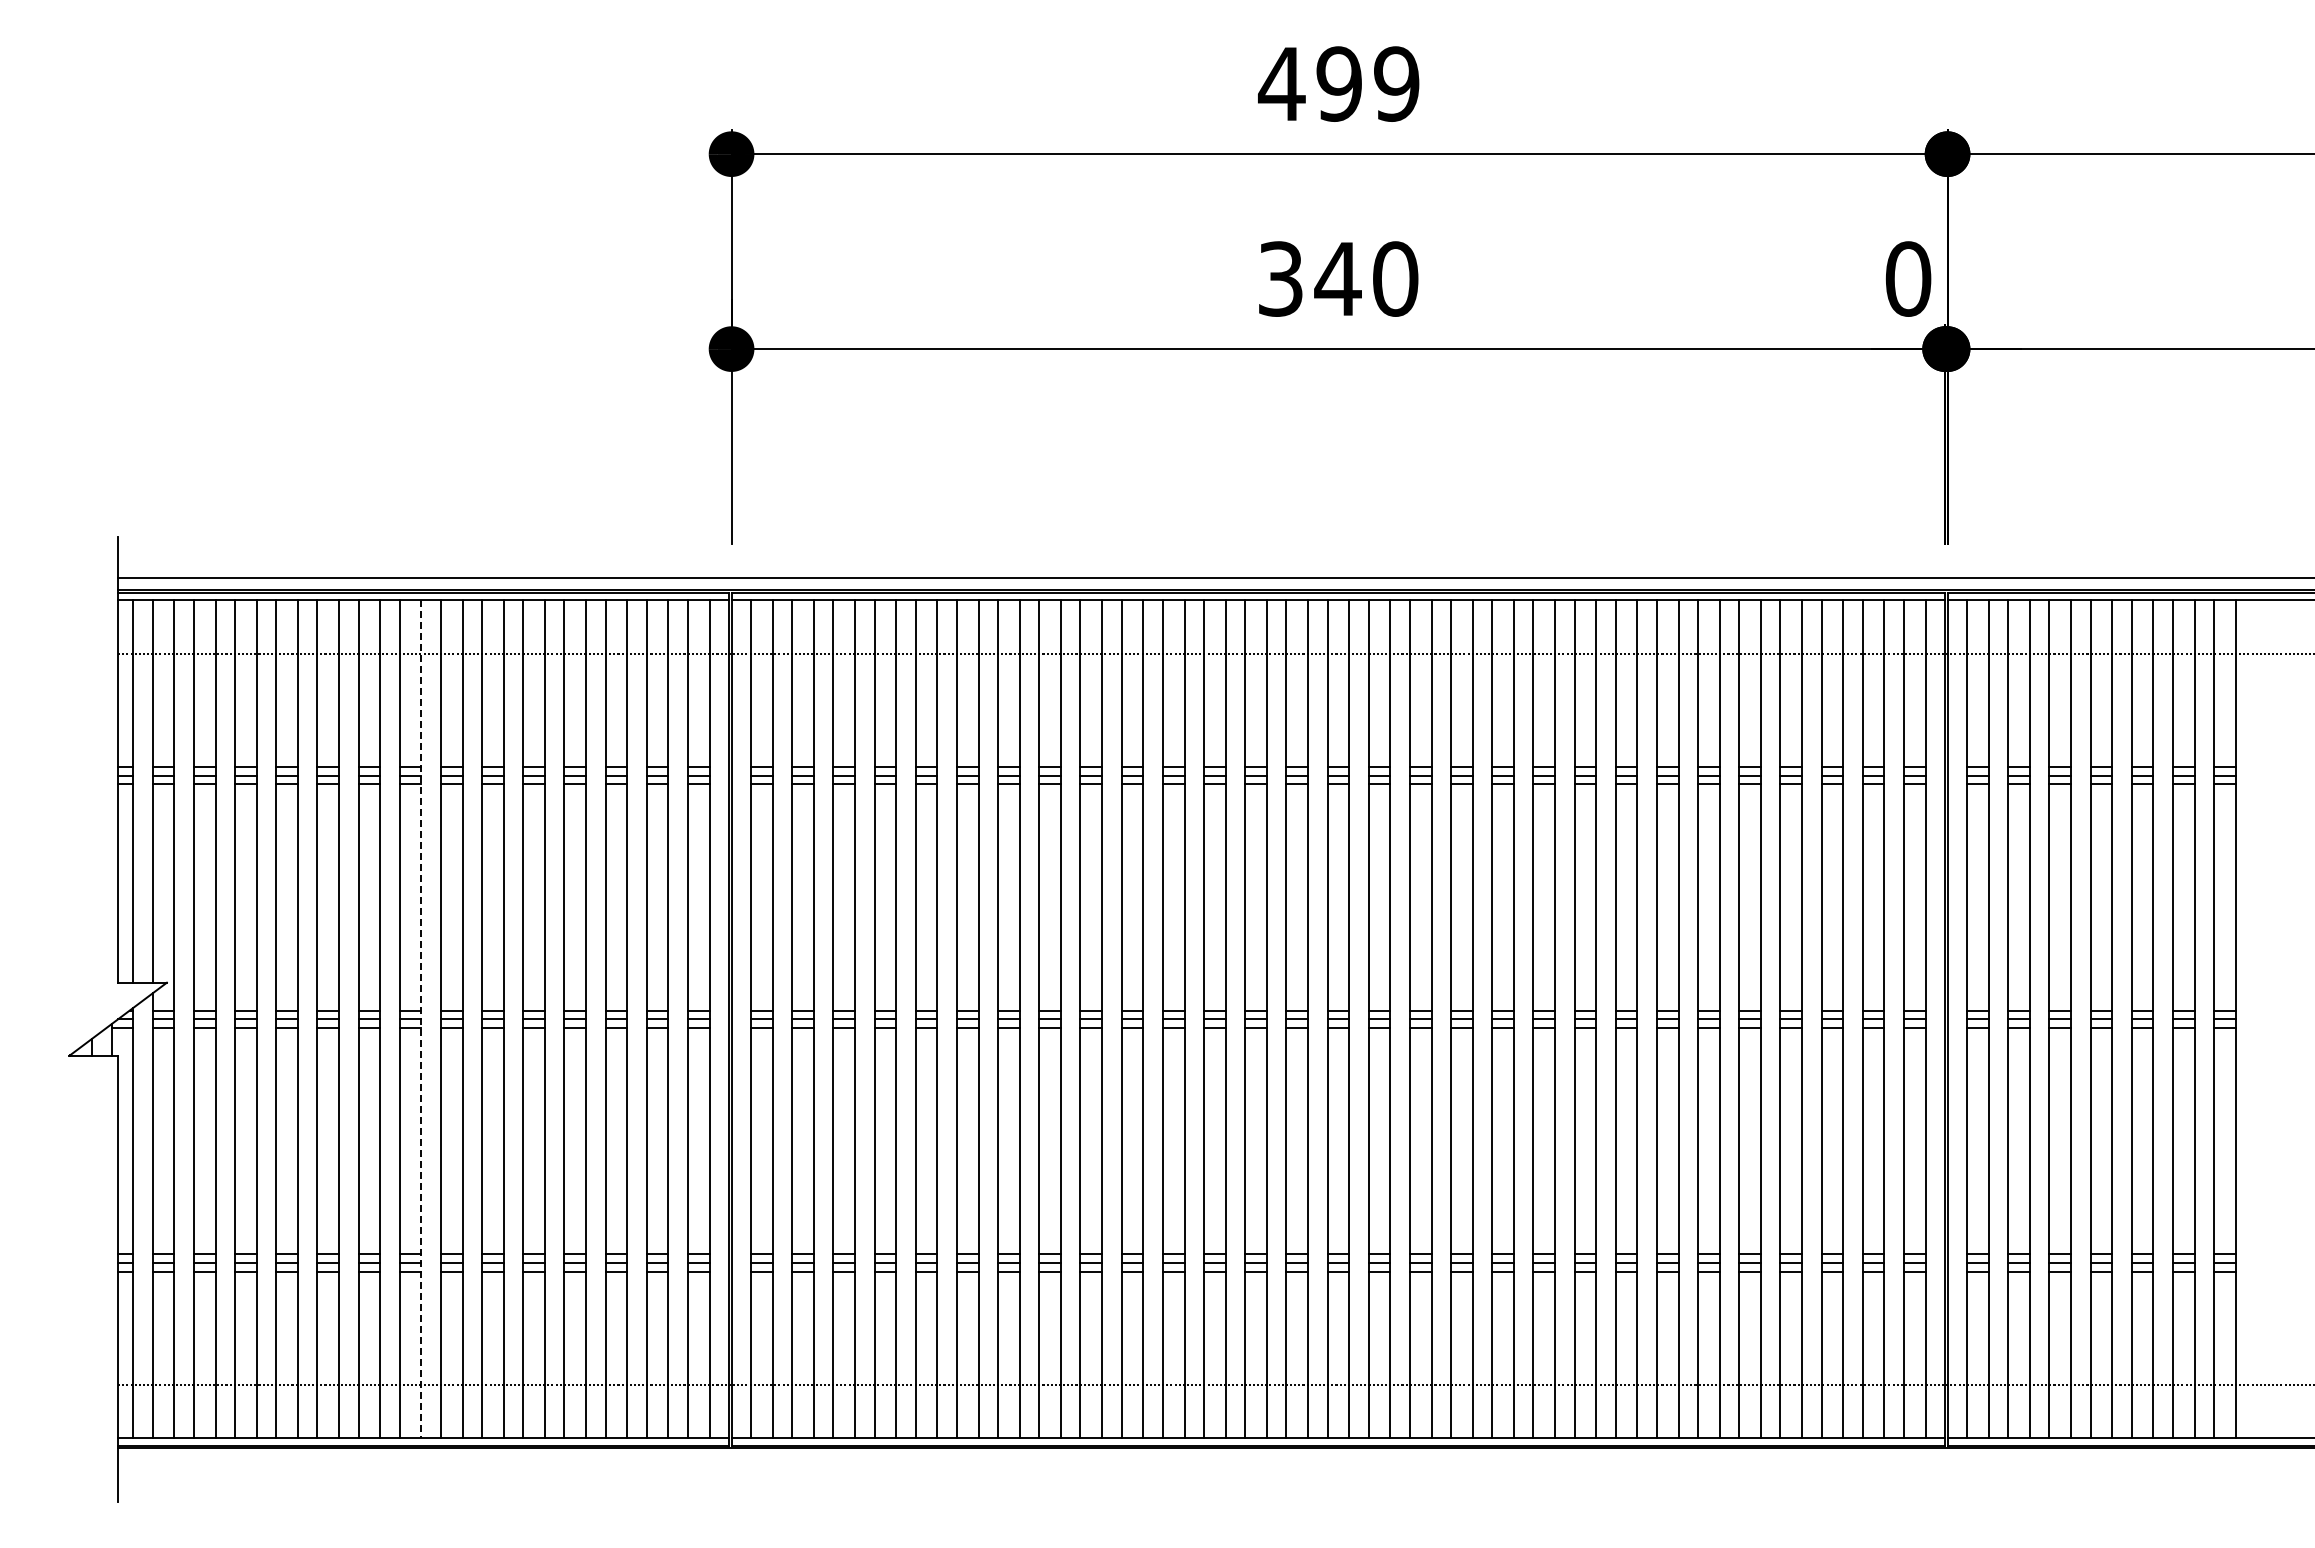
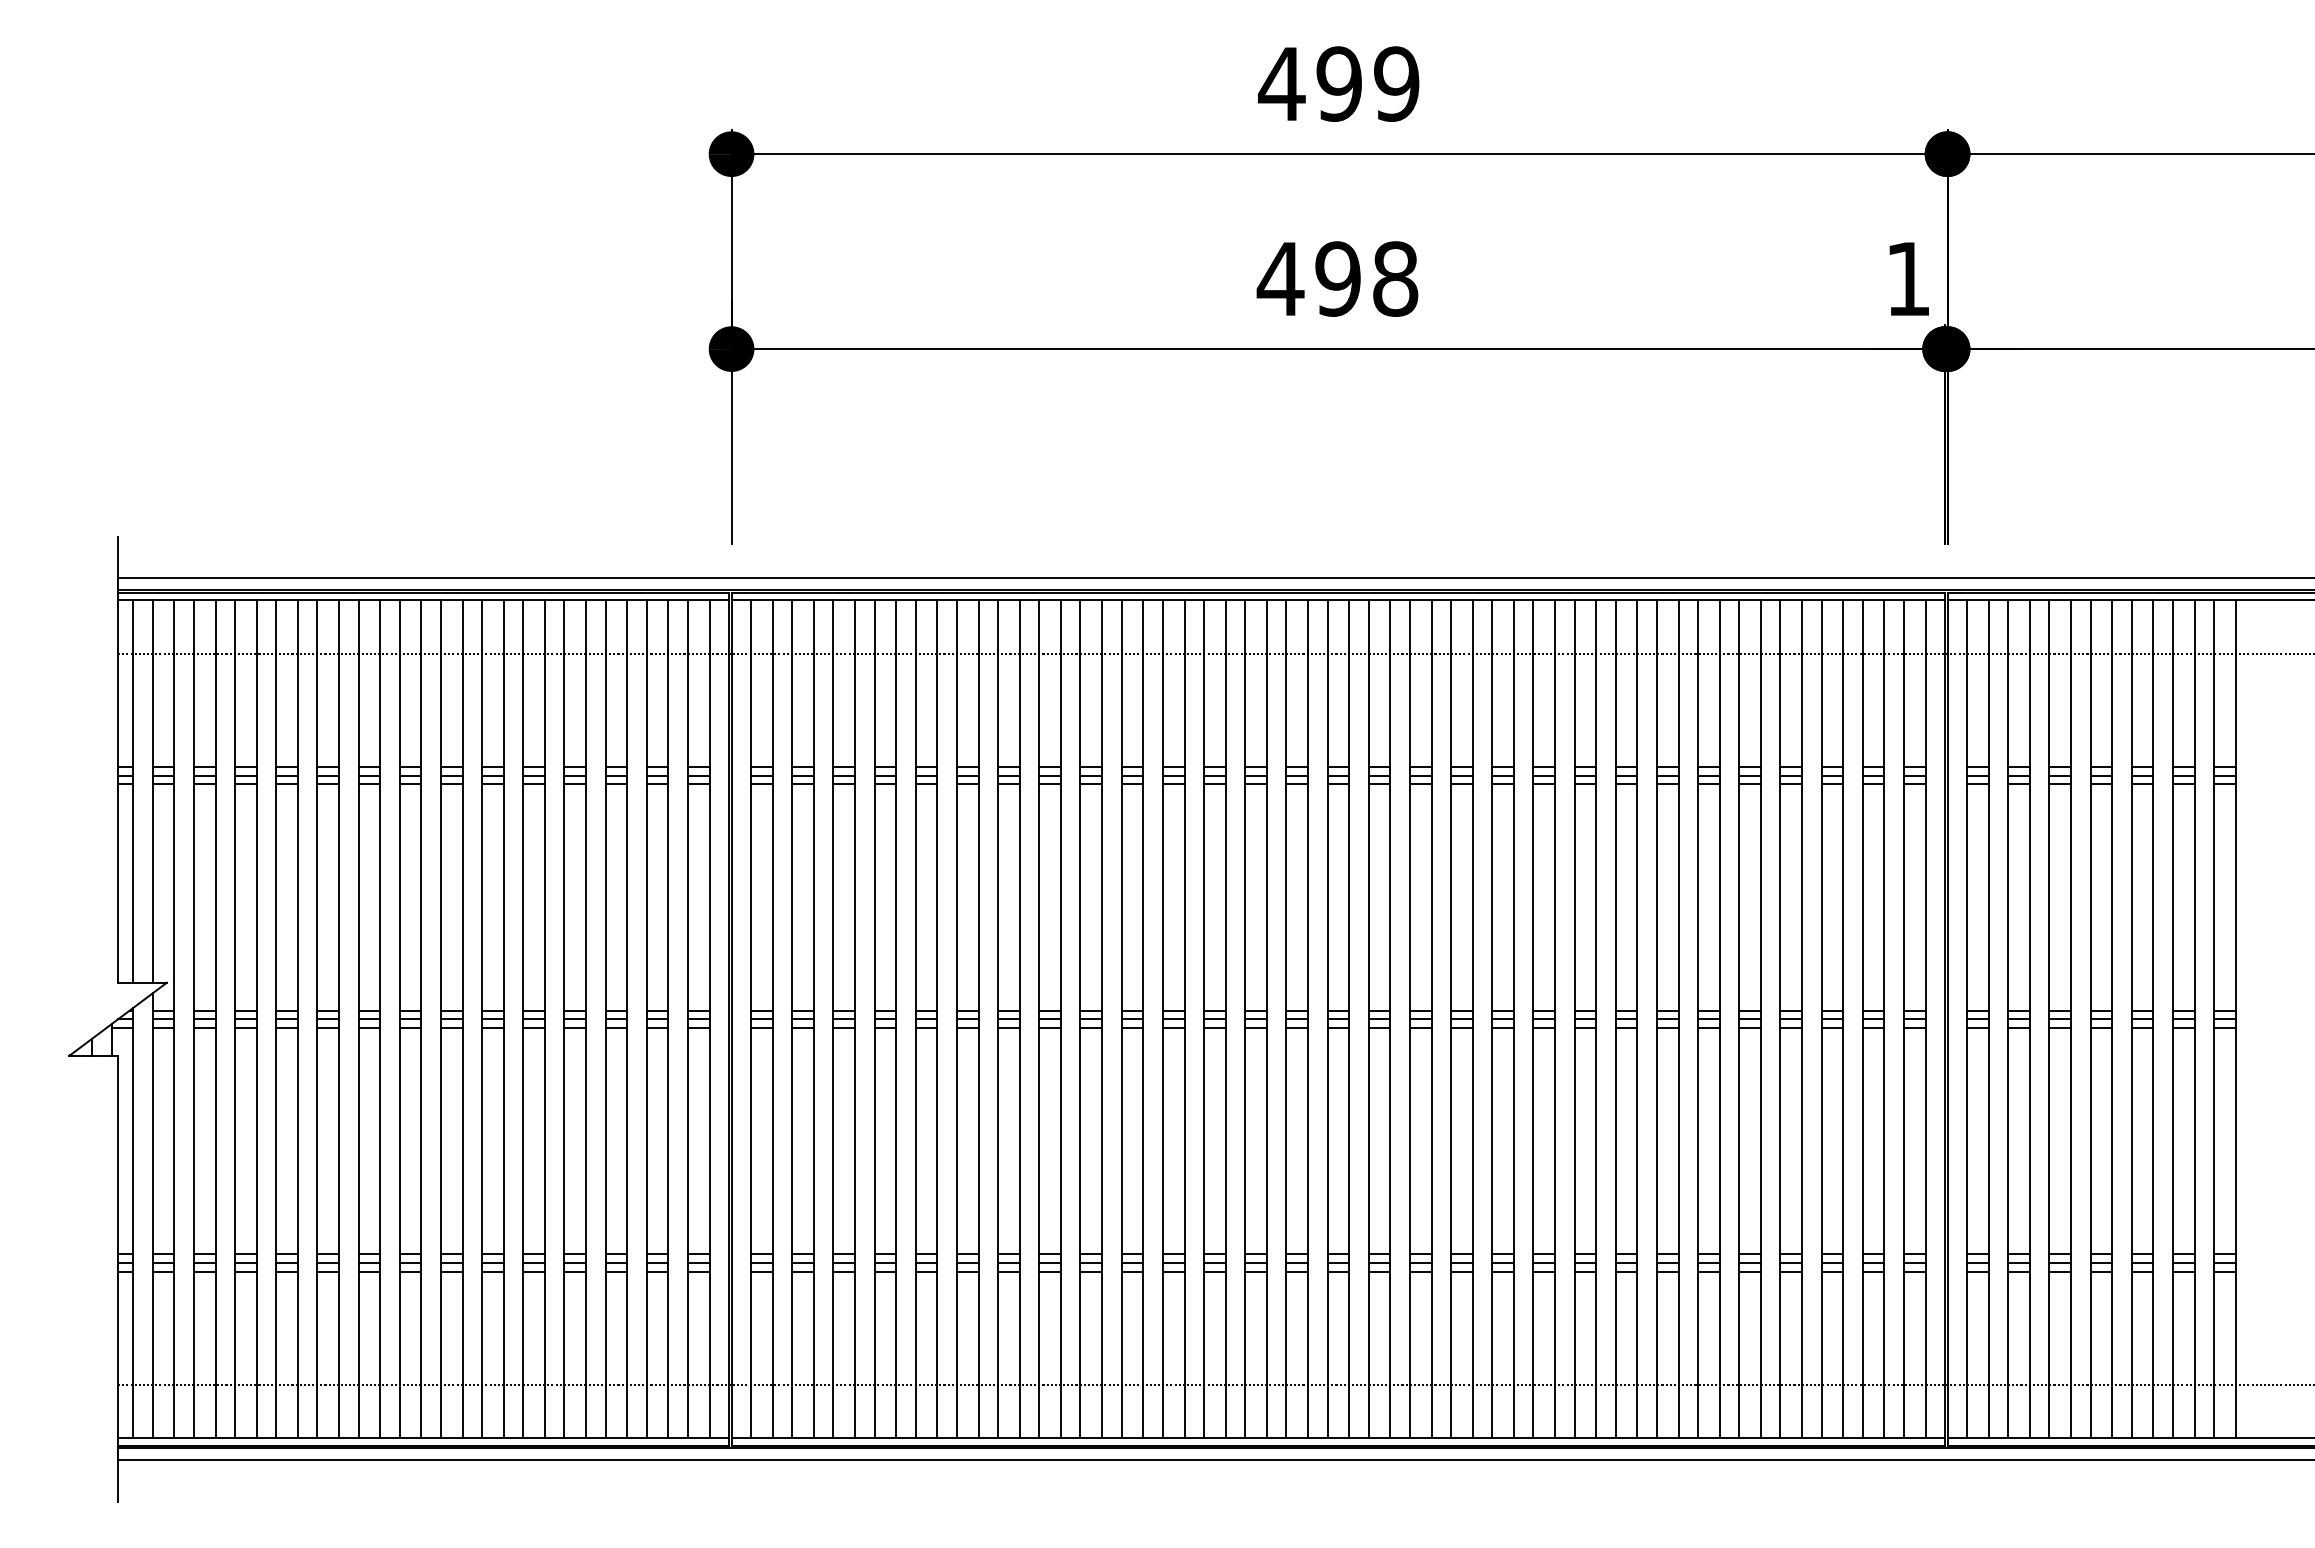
text at (1337, 278): 340 -> 498
text at (1908, 278): 0 -> 1
line at (421, 1019): dashed -> solid
line at (1214, 1460): none -> present
